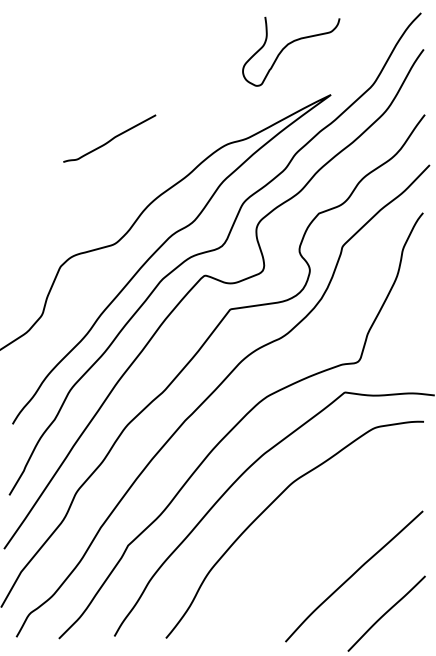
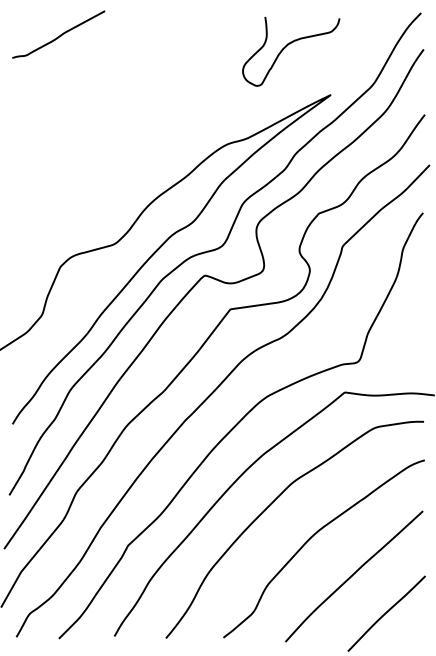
curve at (110, 139) position: (110, 139) -> (59, 35)
curve at (312, 537): none -> present
